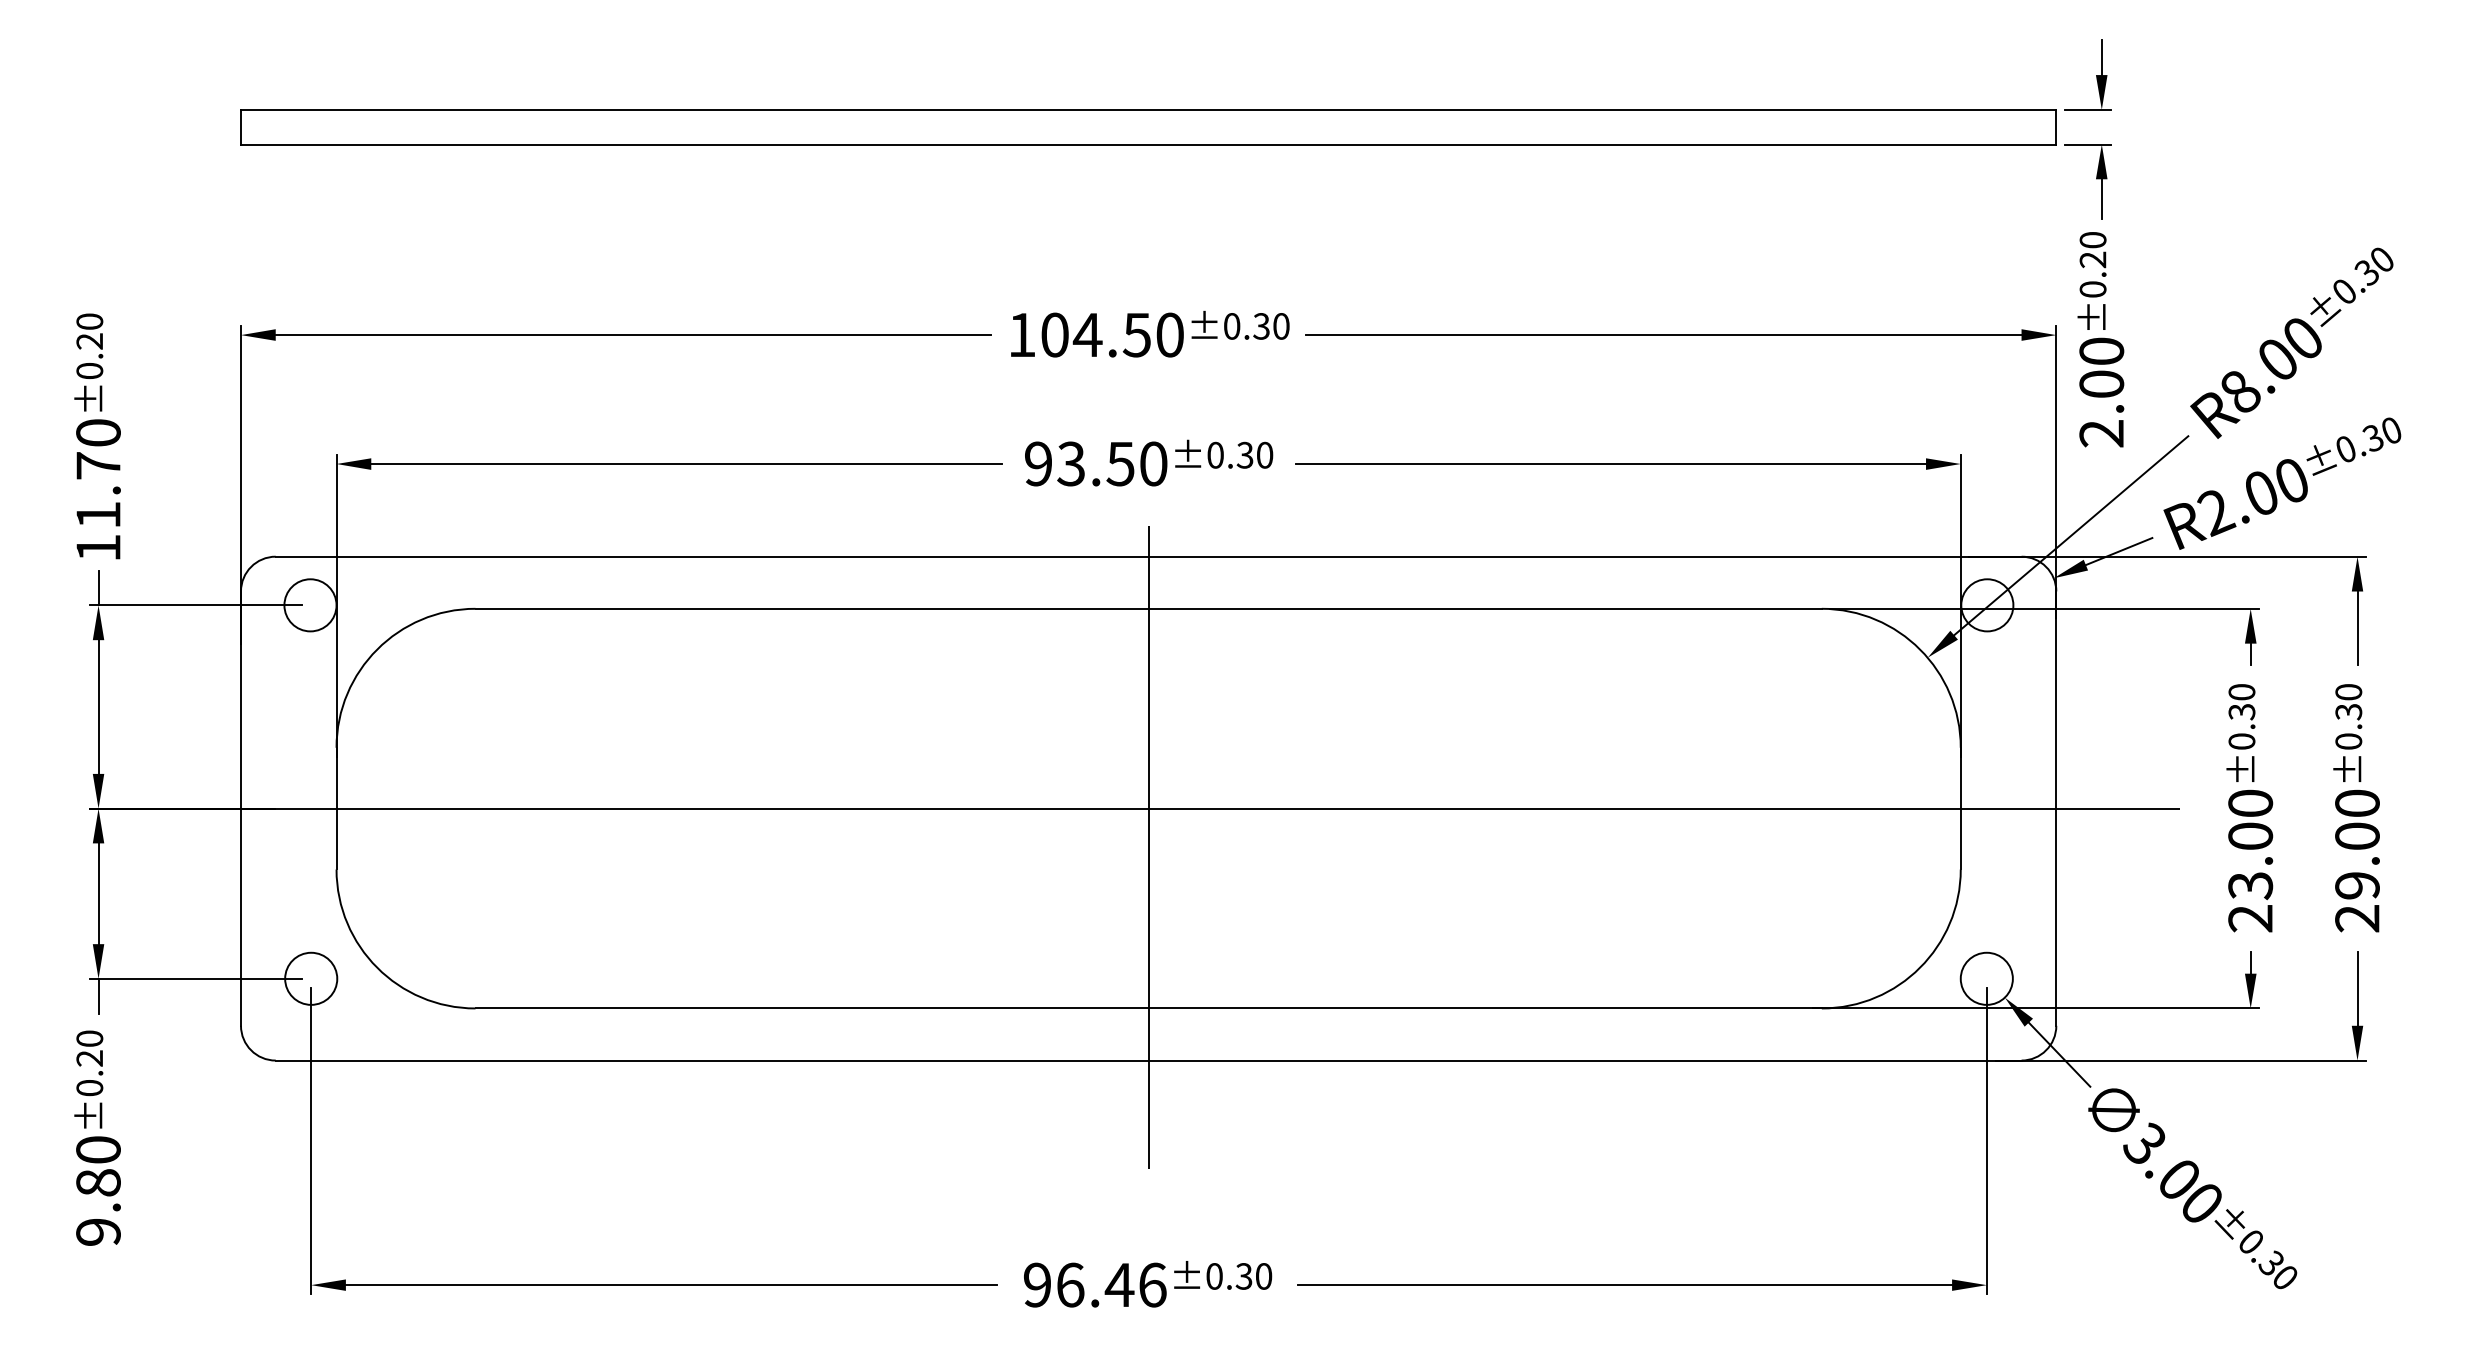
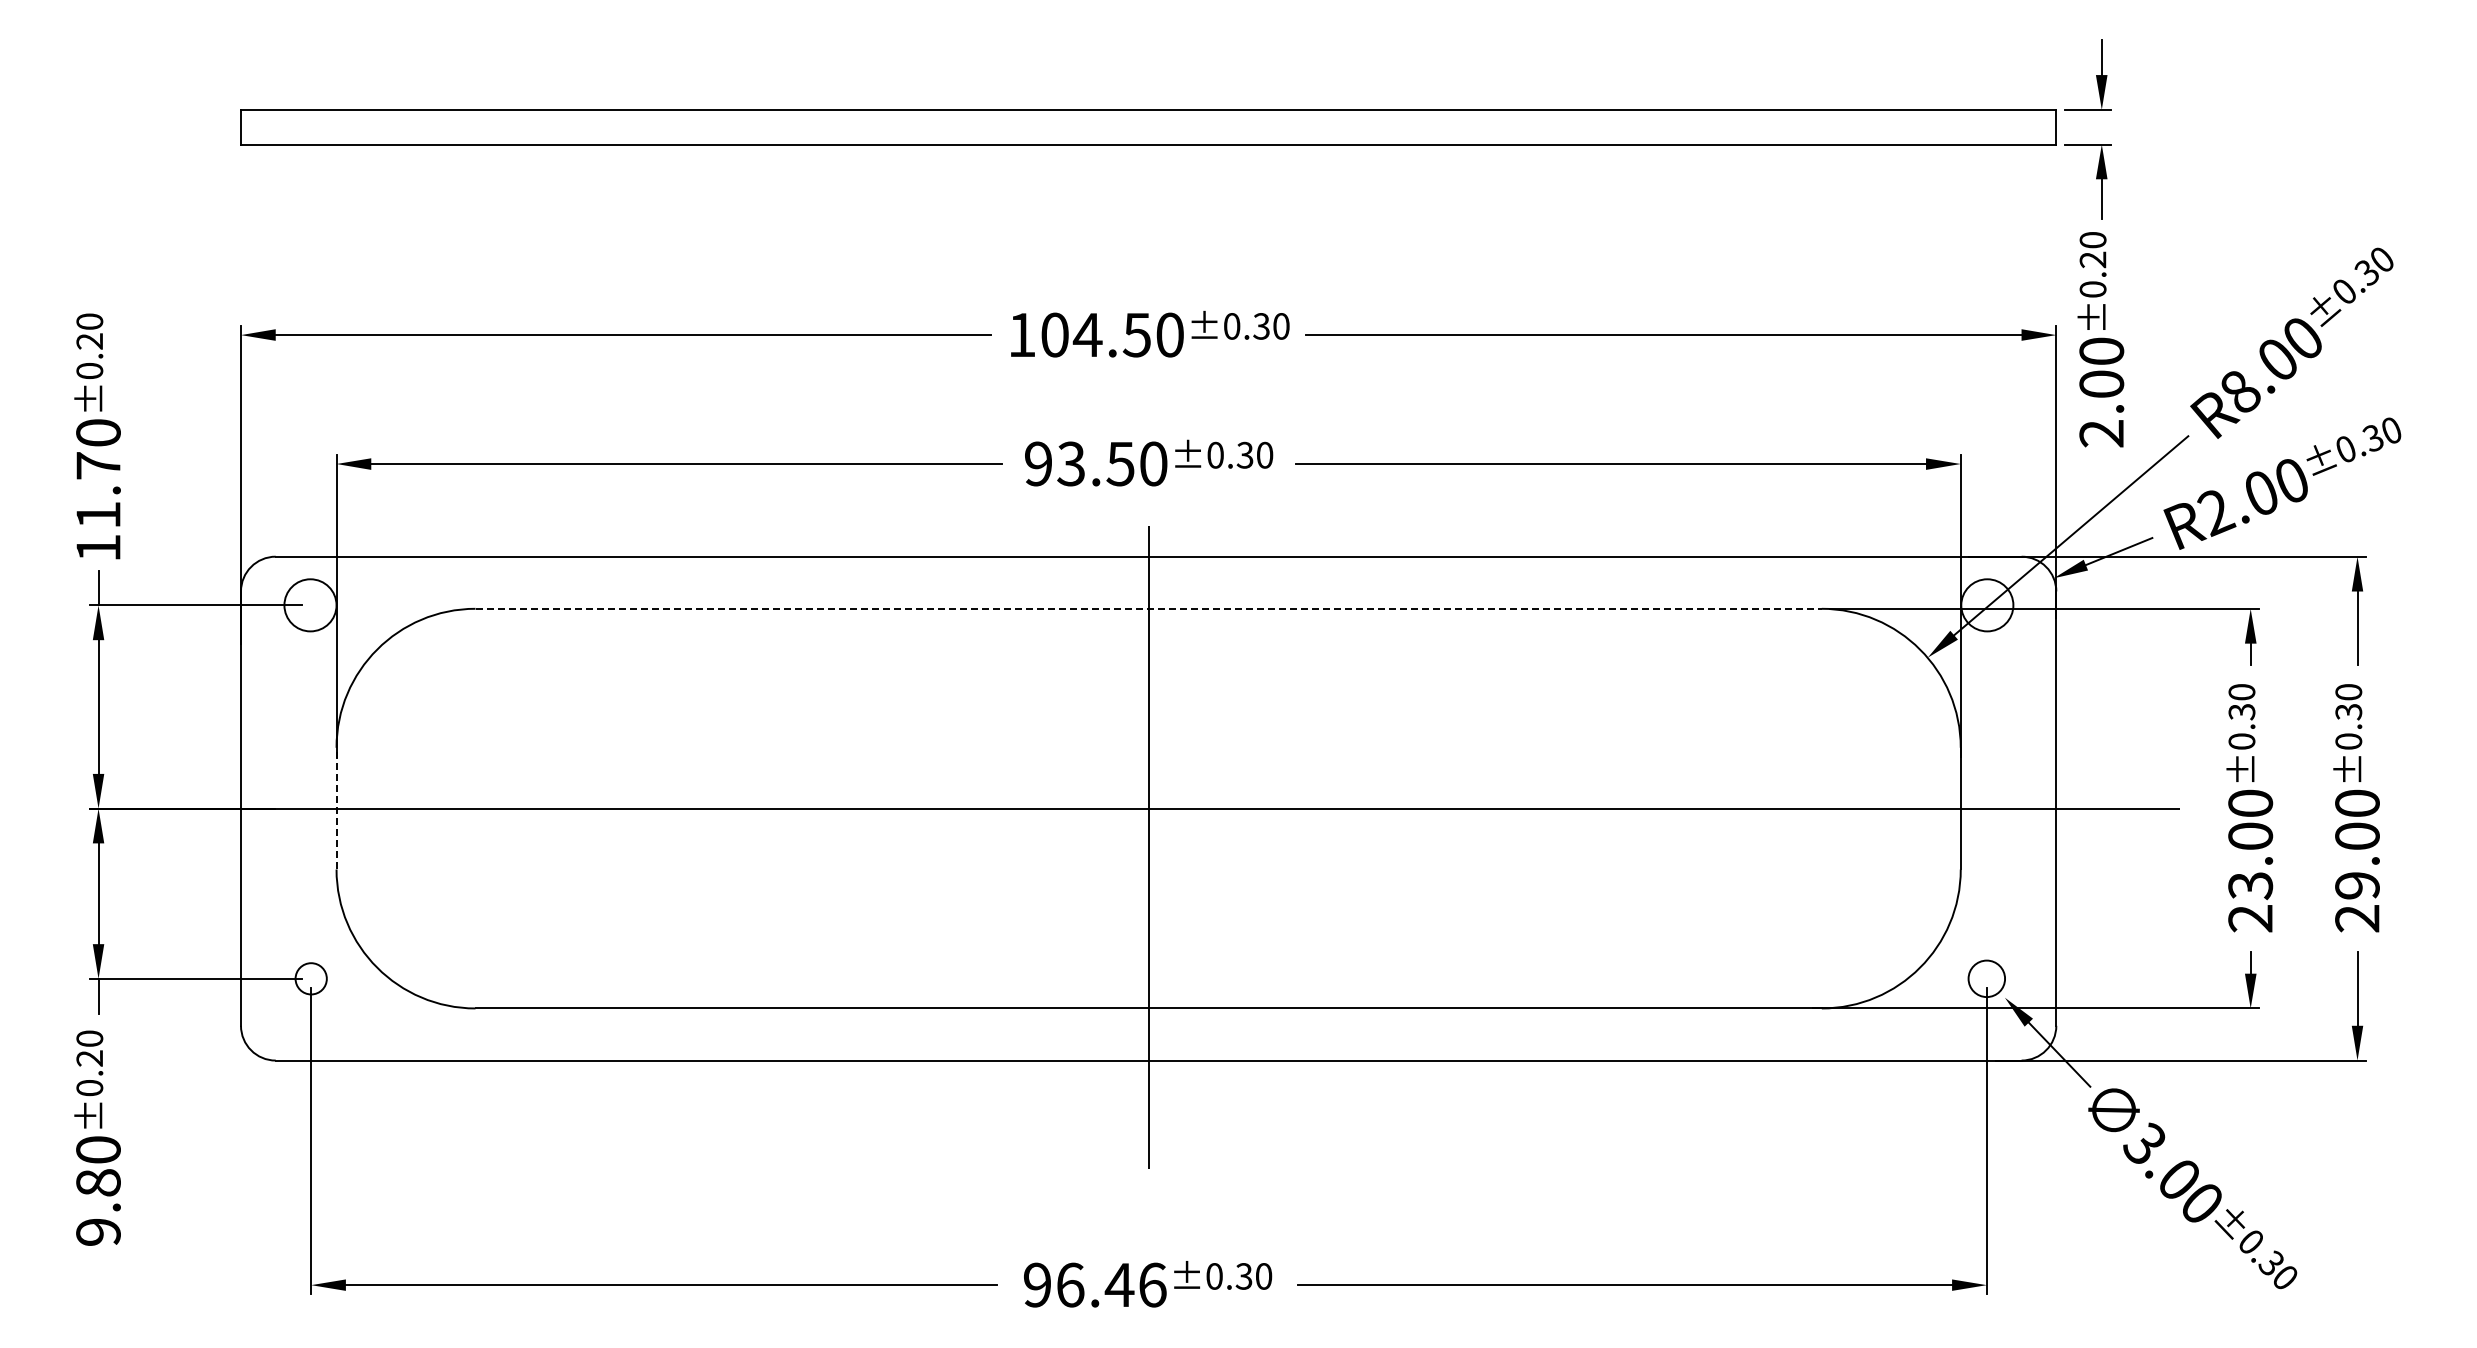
line at (1149, 608): solid -> dashed
line at (336, 808): solid -> dashed
circle at (311, 978) diameter: 52 px -> 31 px
circle at (1986, 978) diameter: 52 px -> 36 px
